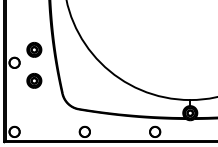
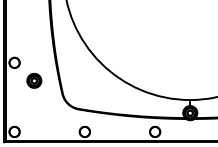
part at (34, 49): present -> none
